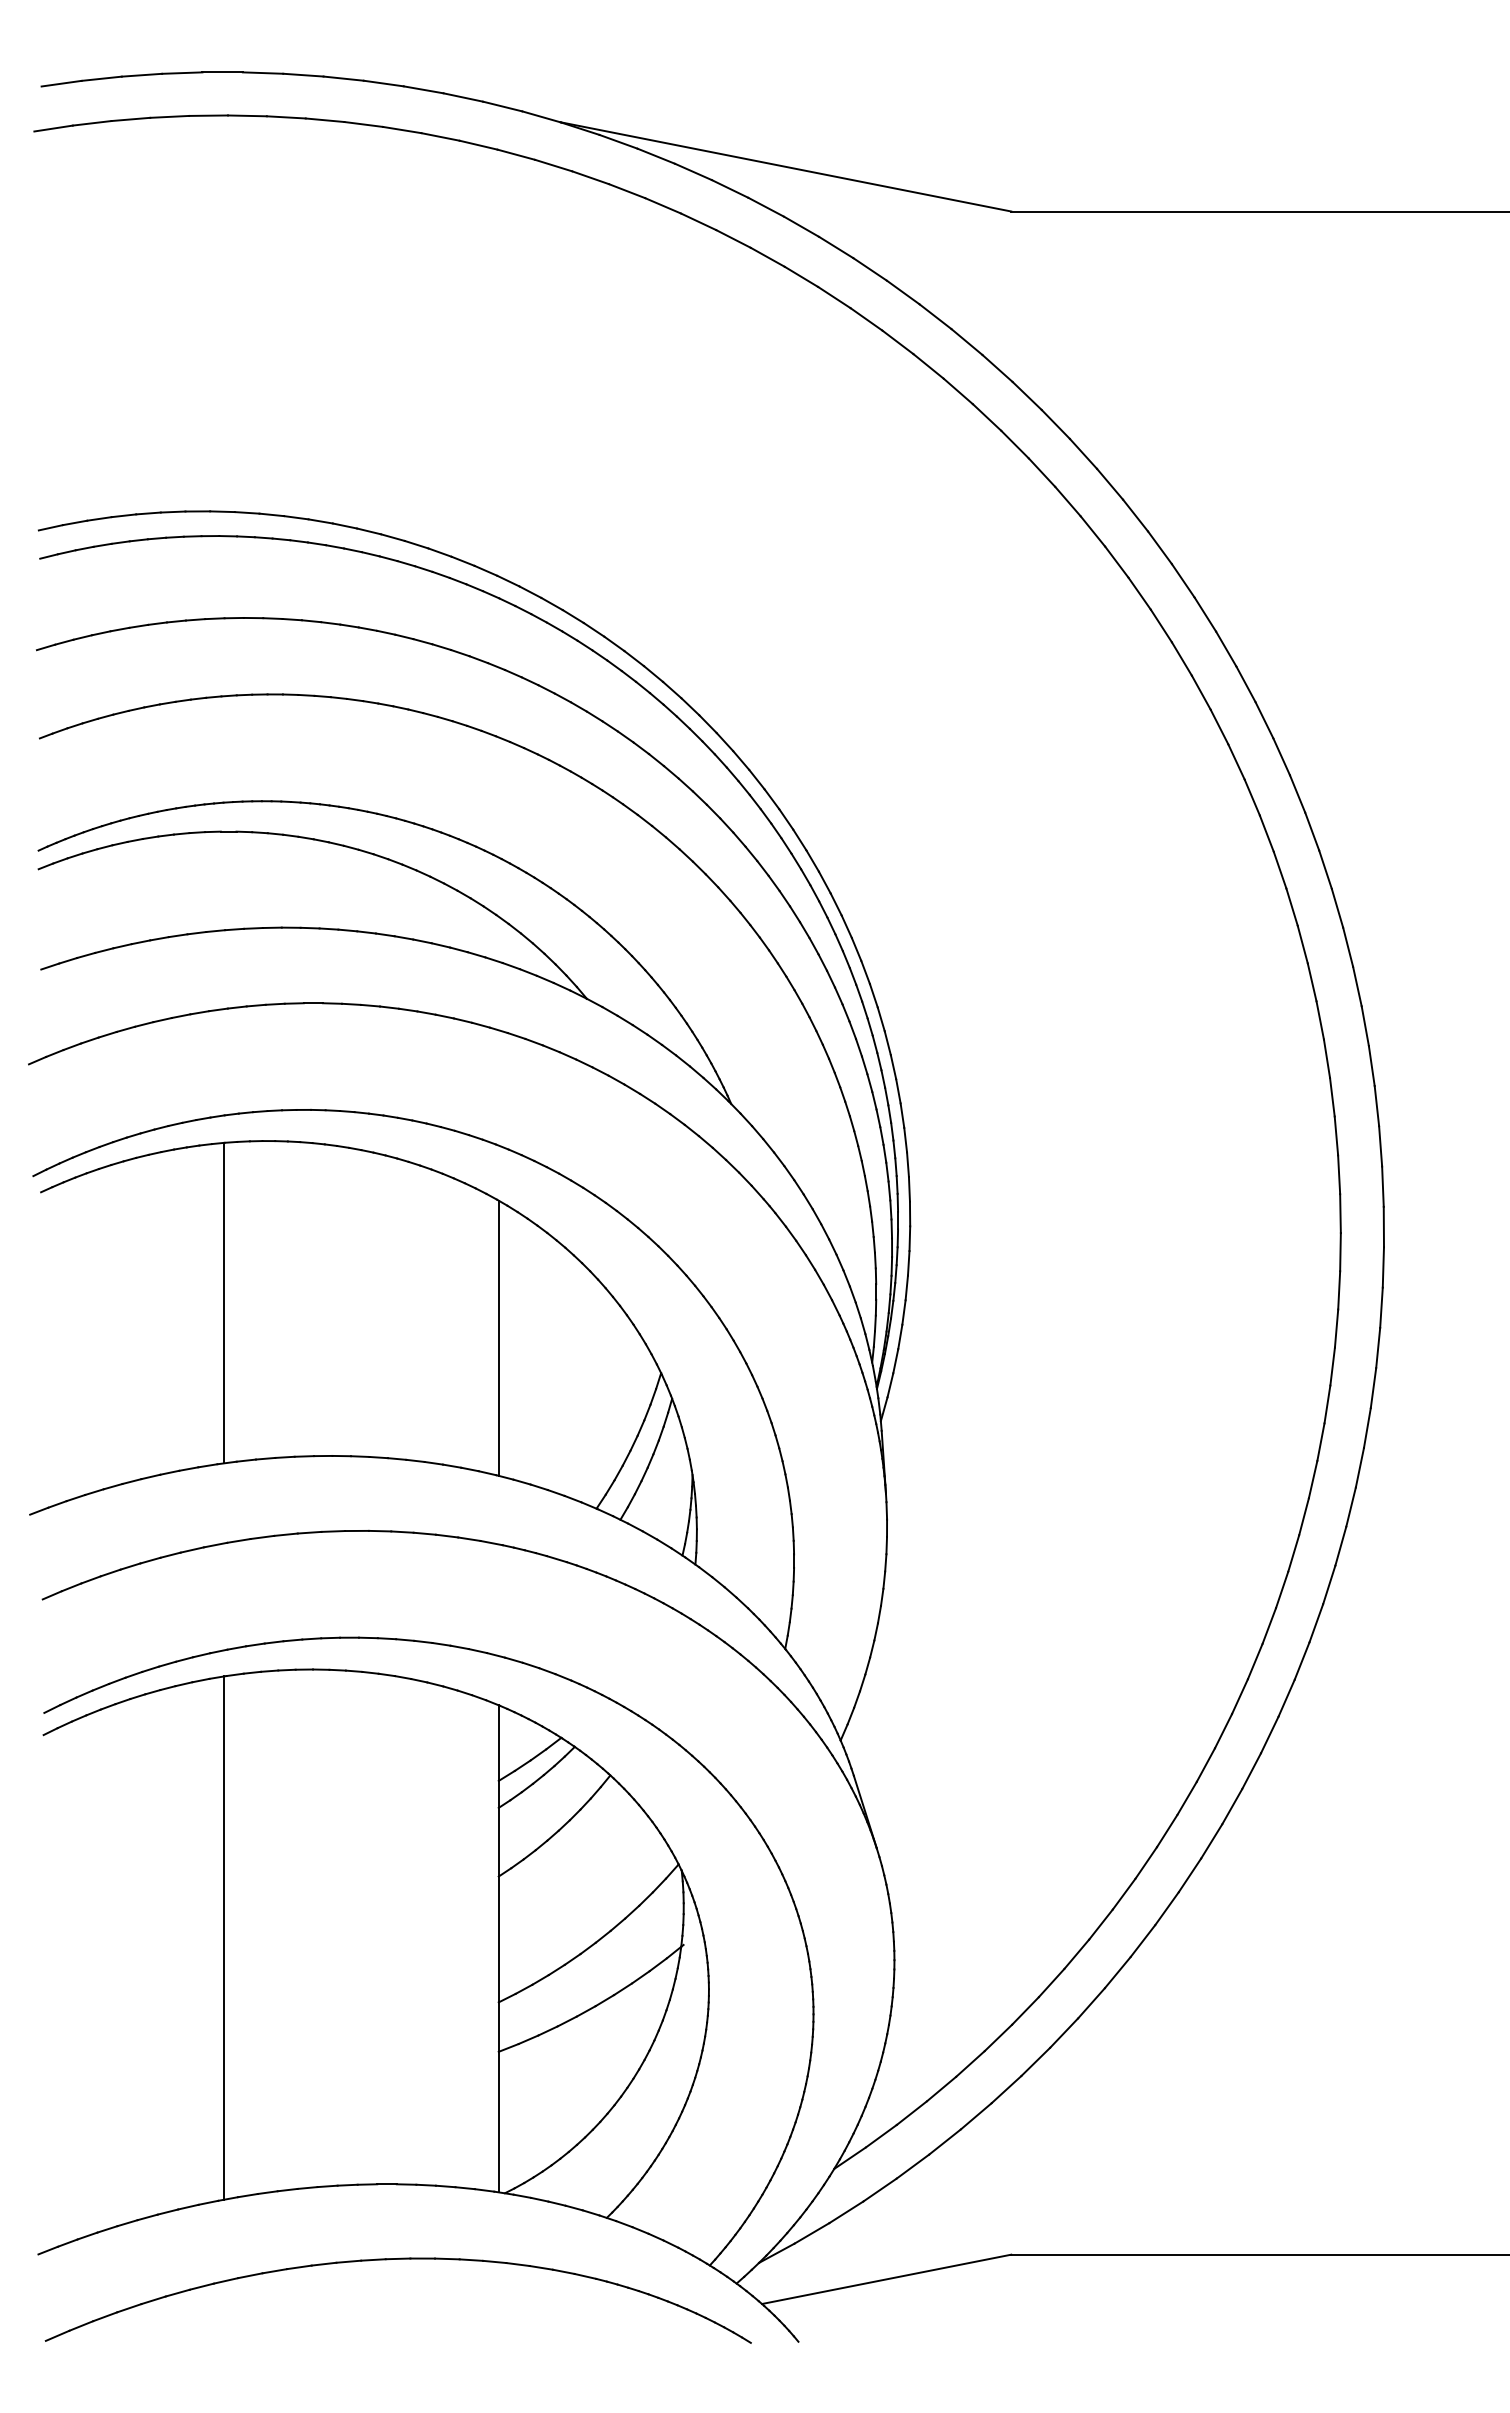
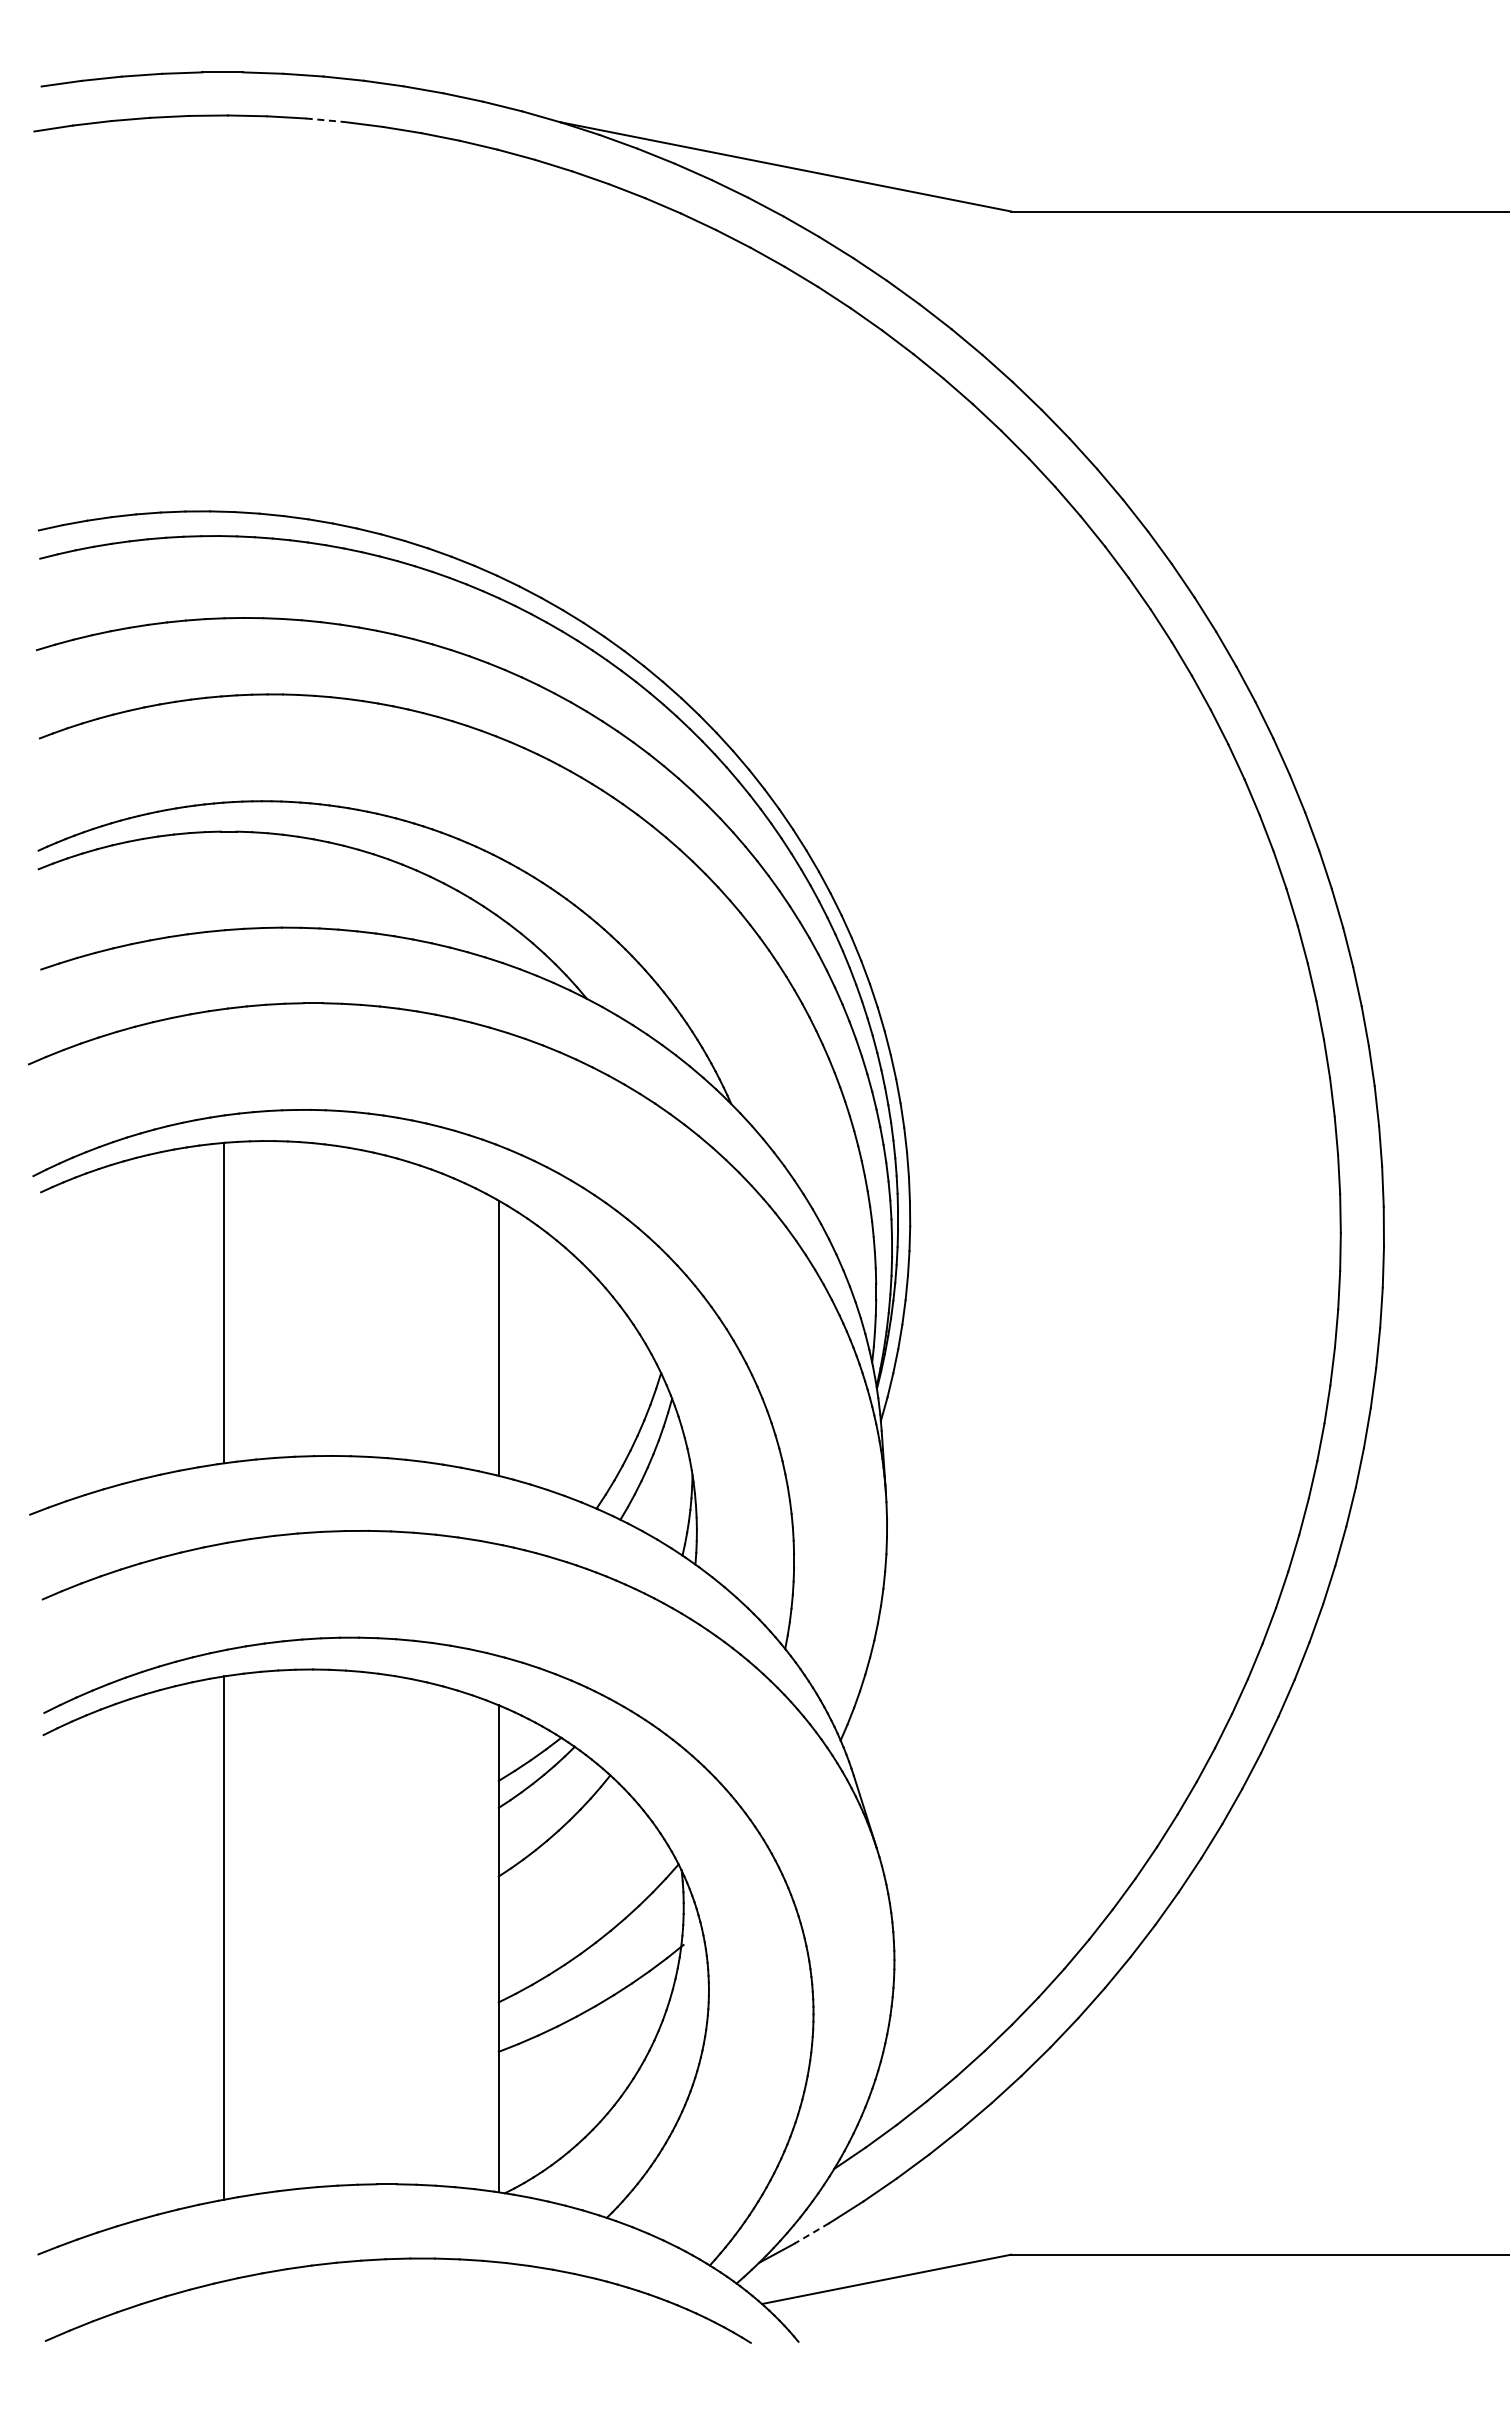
line at (325, 120): solid -> dashed
line at (811, 2233): solid -> dashed
